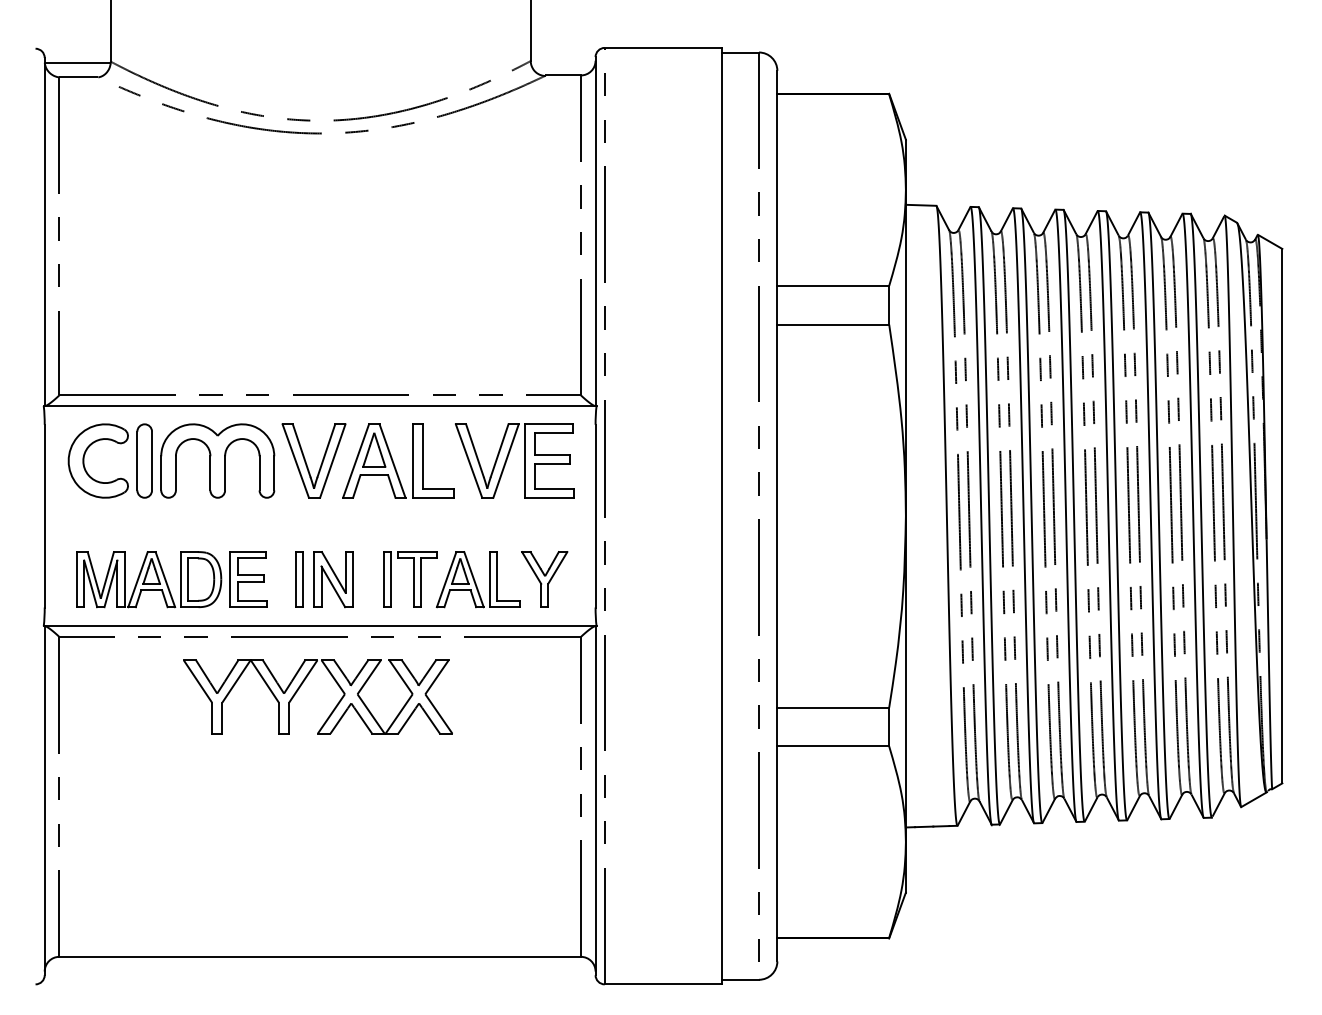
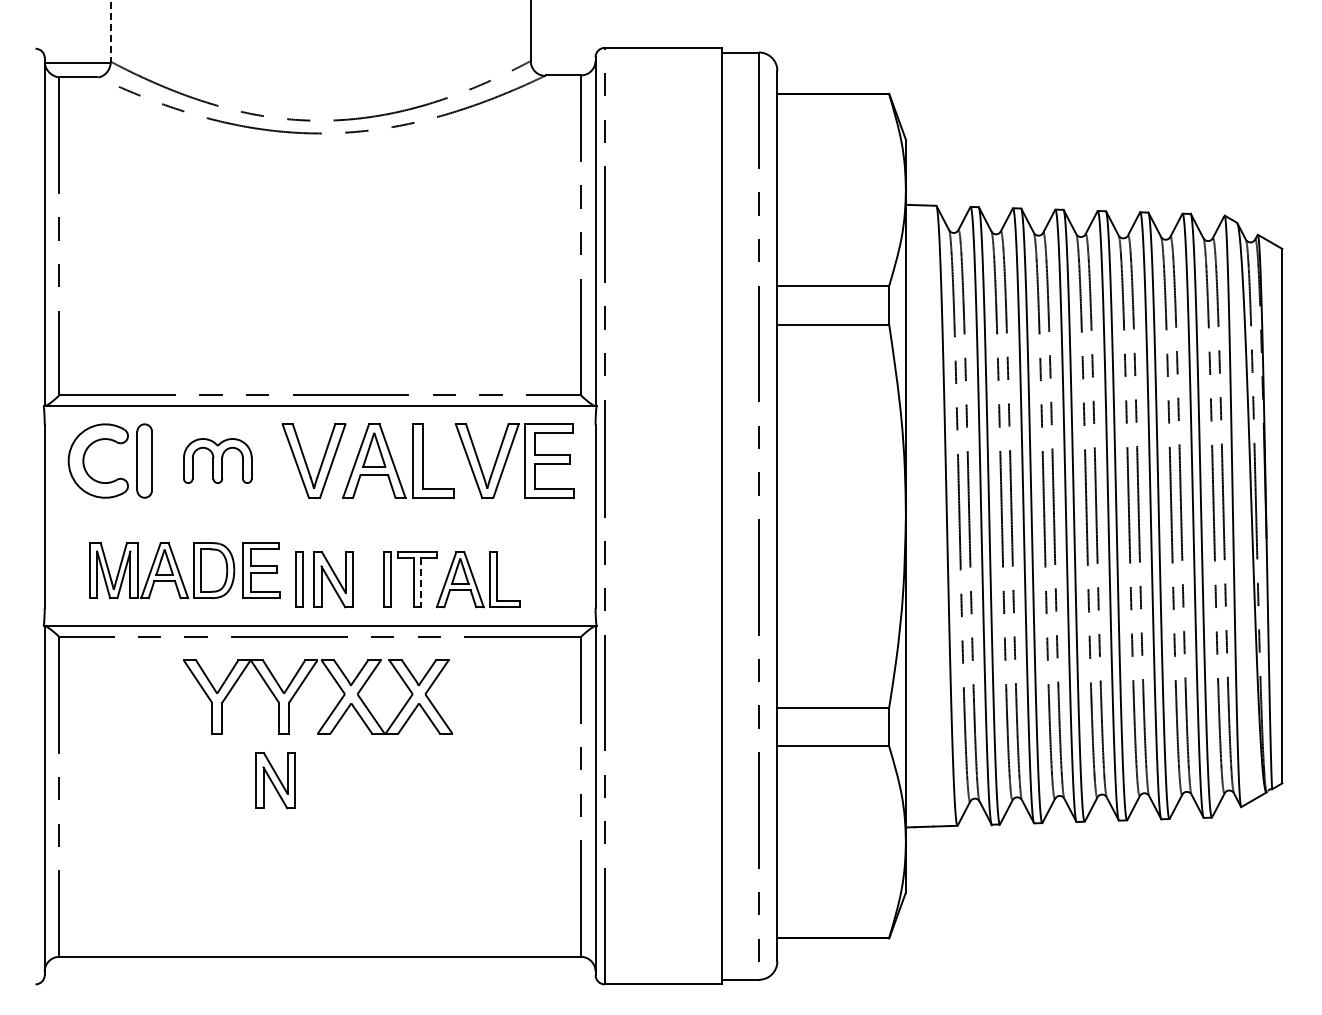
line at (110, 31): solid -> dashed
part at (217, 460) size: 116x76 px -> 70x46 px
part at (171, 579) position: (171, 579) -> (184, 570)
part at (544, 579): present -> none
line at (421, 583): solid -> dashed
part at (275, 780): none -> present
